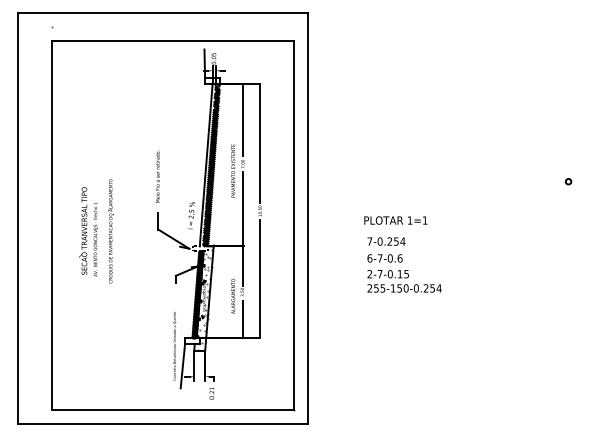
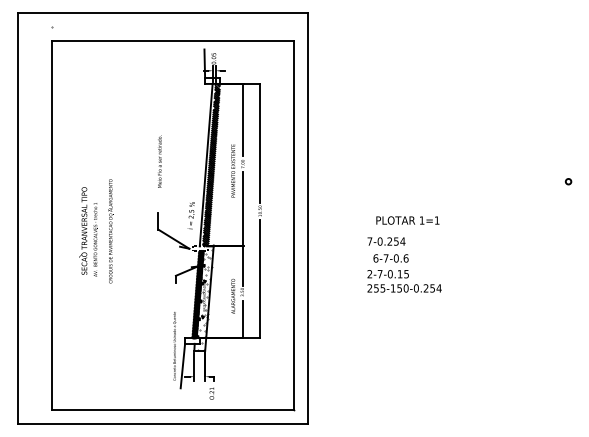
text at (157, 176) position: (157, 176) -> (159, 161)
text at (395, 220) position: (395, 220) -> (407, 220)
text at (384, 258) position: (384, 258) -> (390, 258)
